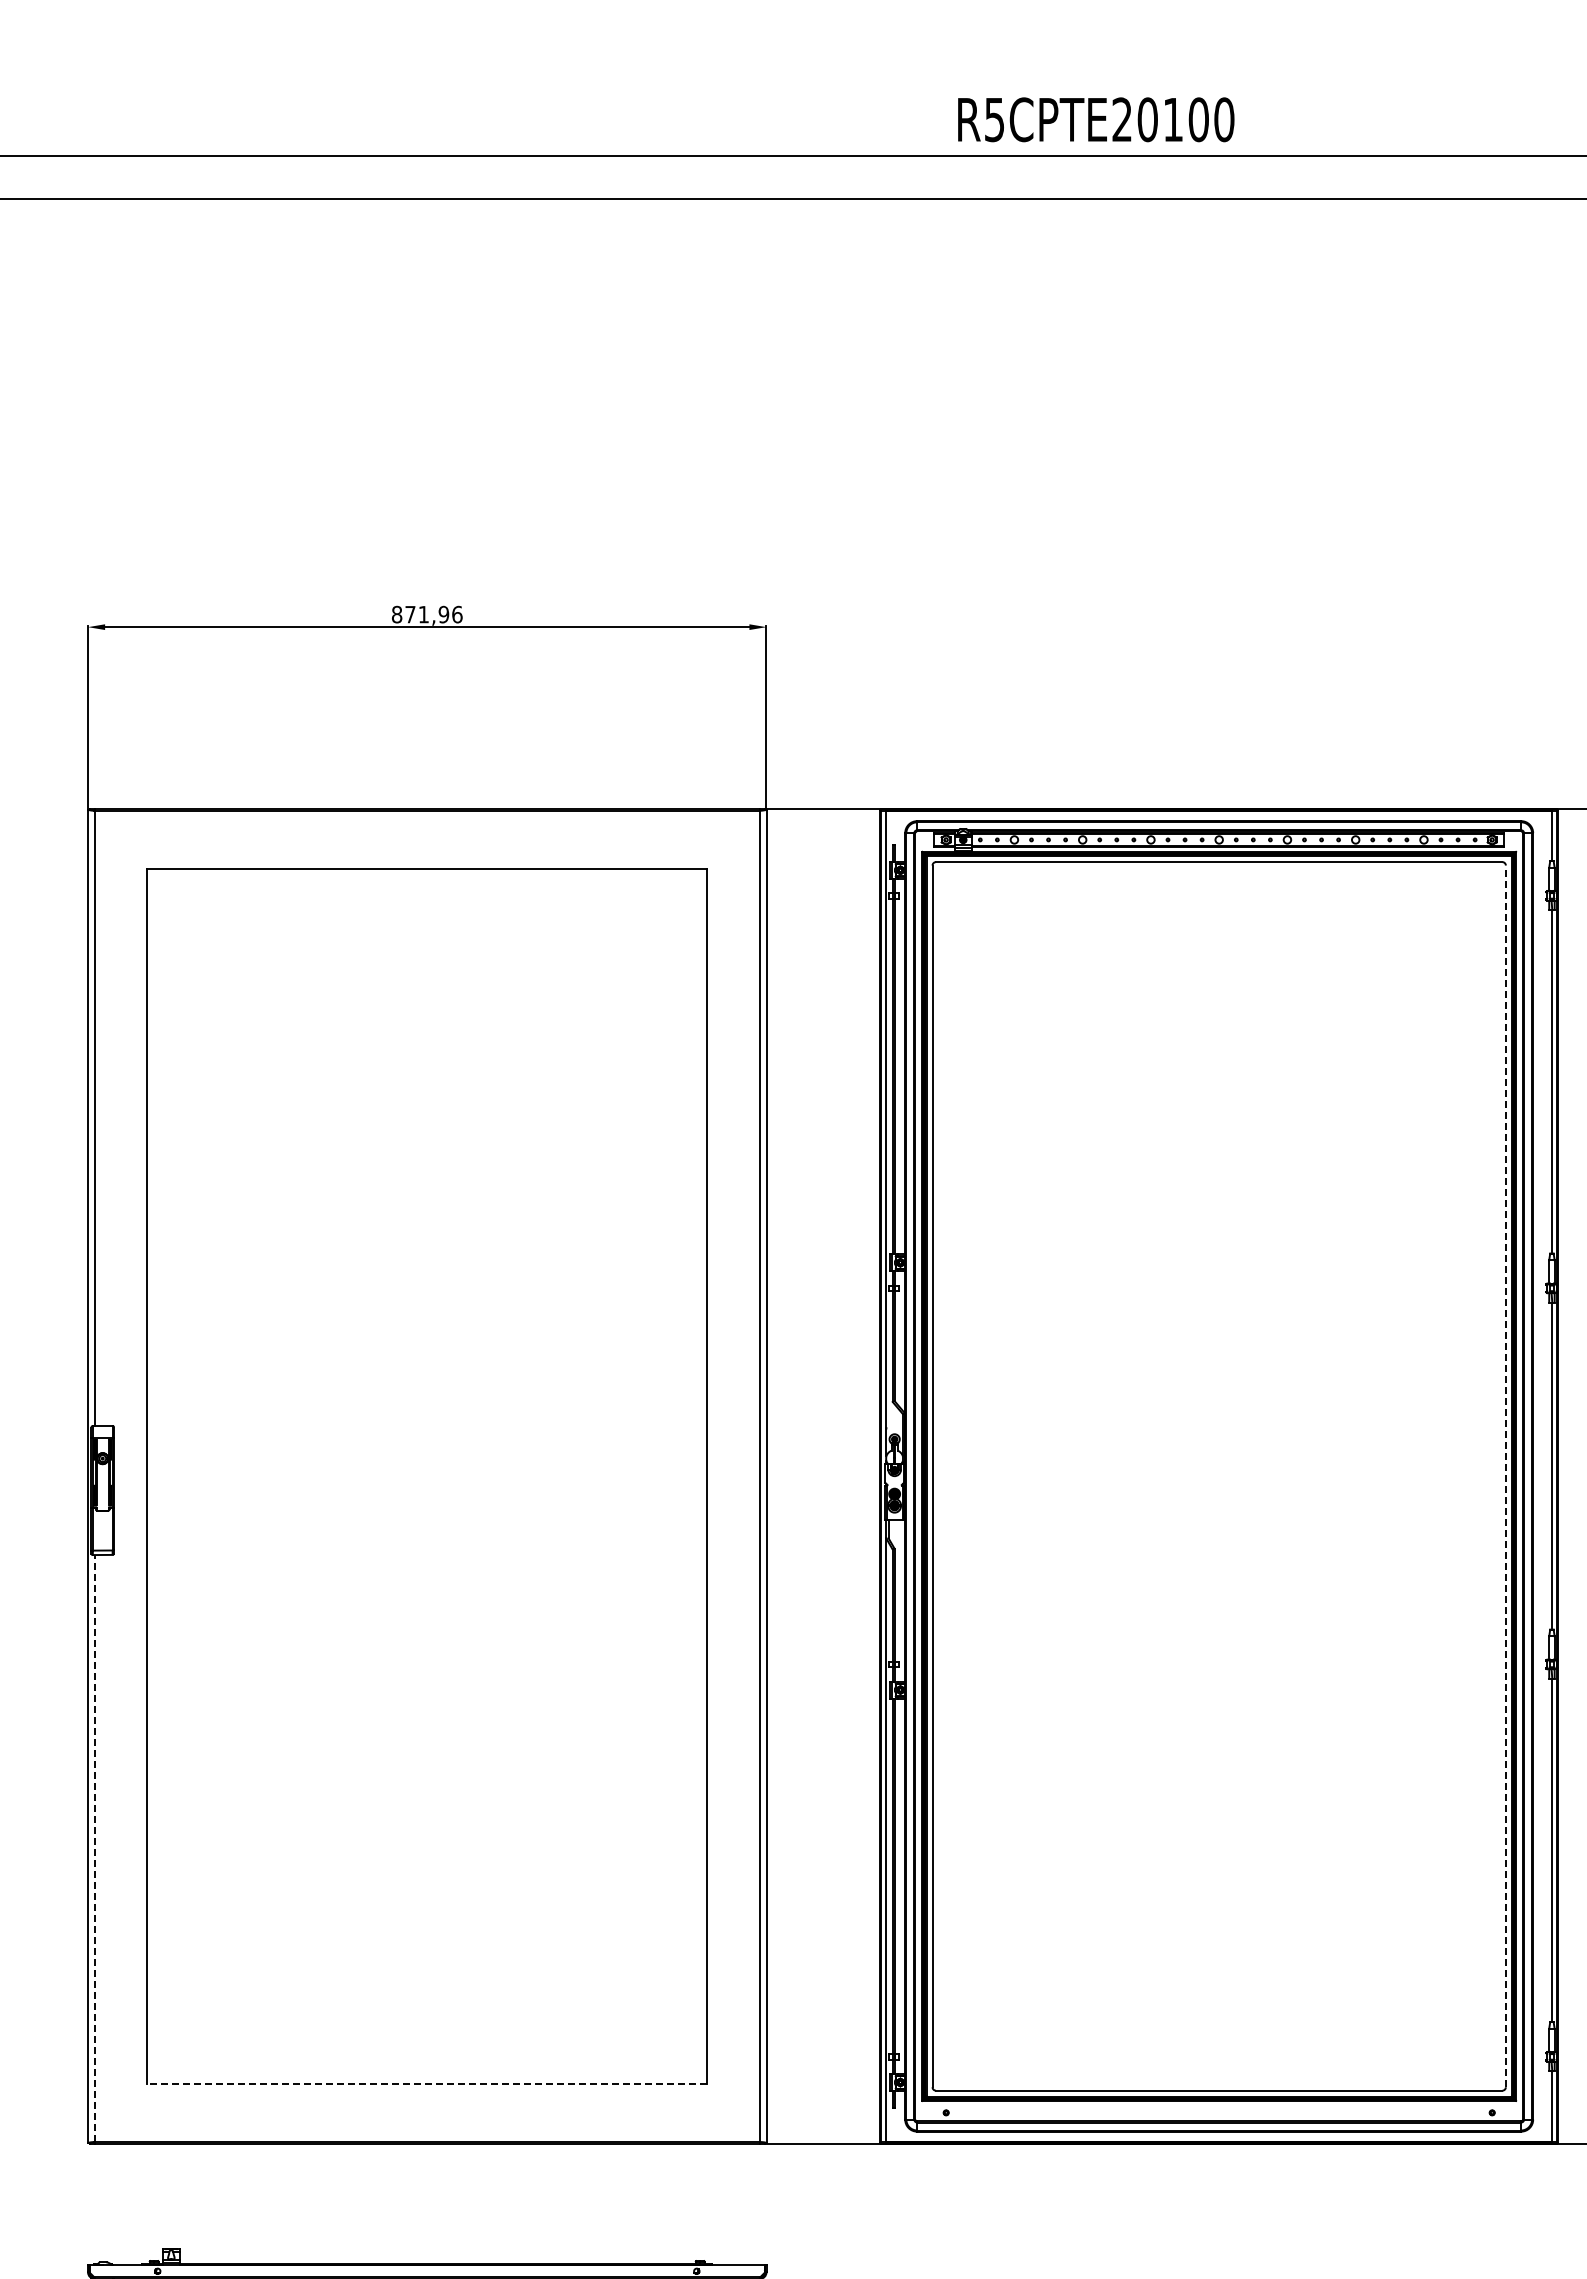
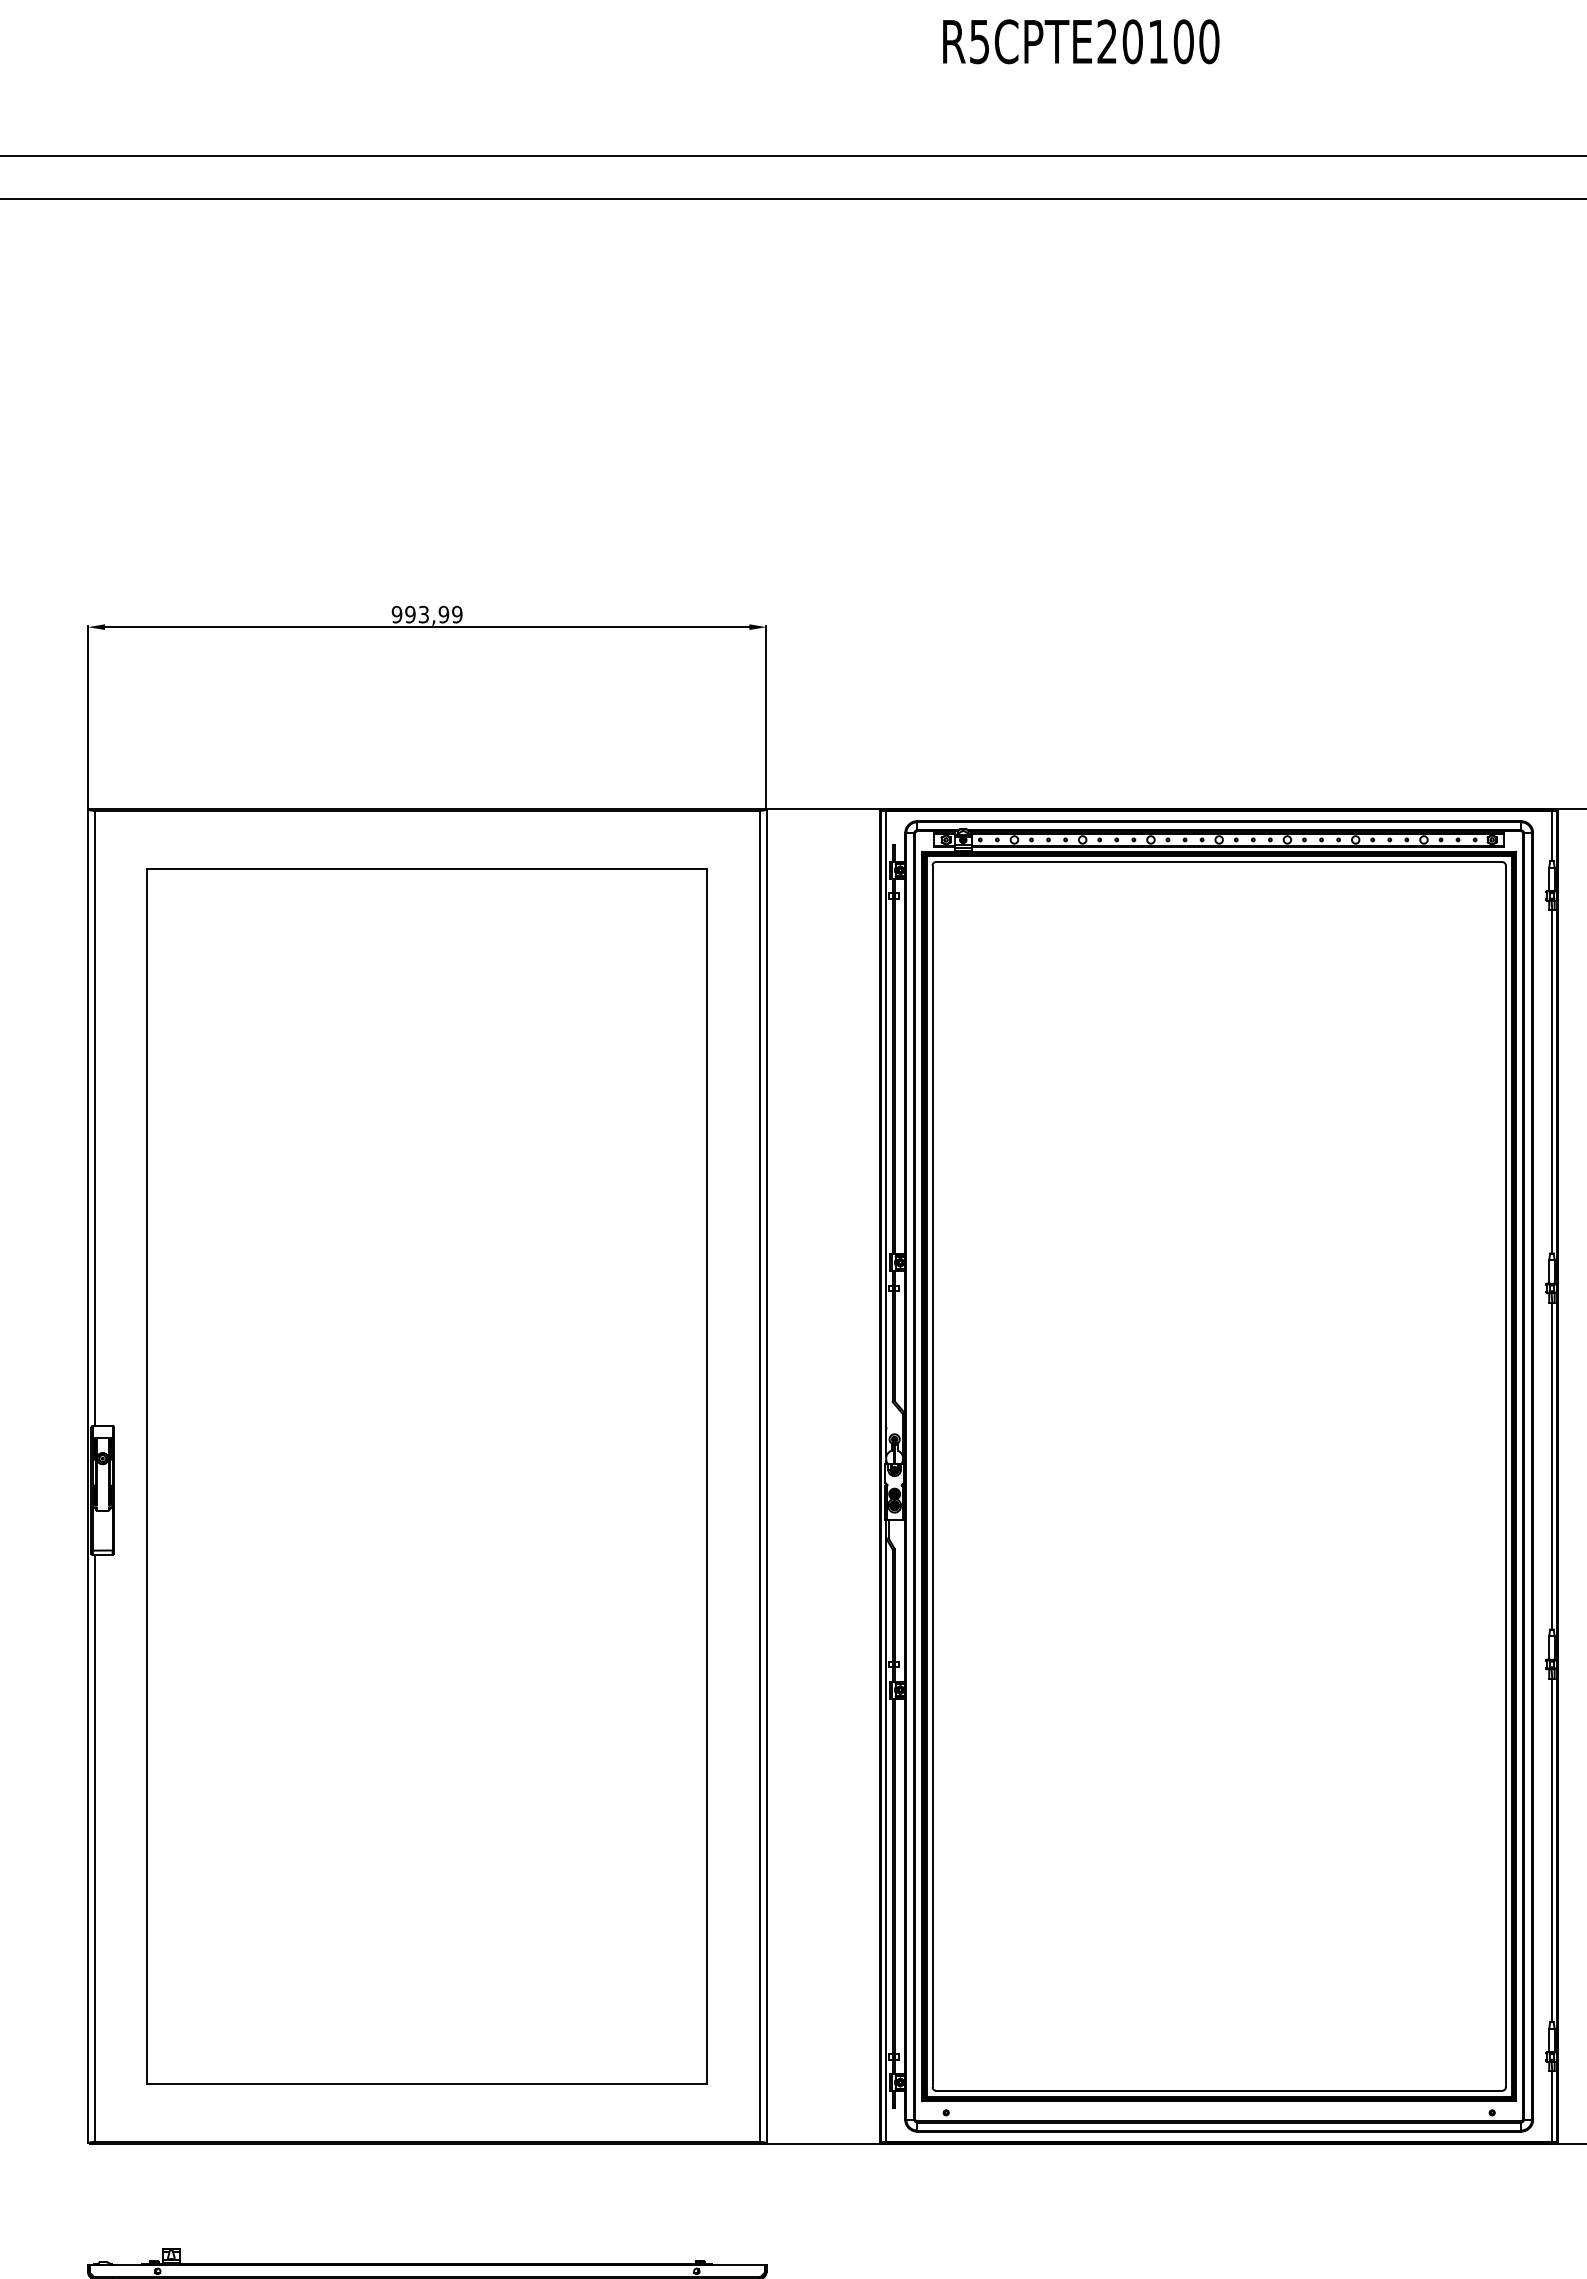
text at (1096, 119) position: (1096, 119) -> (1081, 41)
text at (426, 614): 871,96 -> 993,99
line at (1505, 1476): dashed -> solid
line at (94, 1848): dashed -> solid
line at (427, 2084): dashed -> solid
